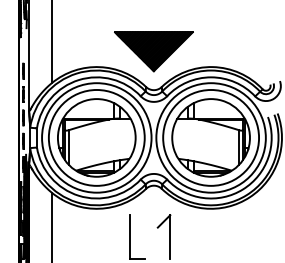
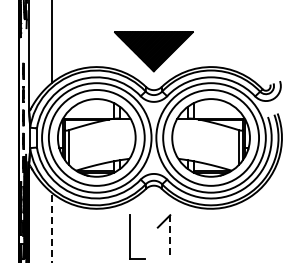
line at (51, 227): solid -> dashed
line at (170, 236): solid -> dashed
